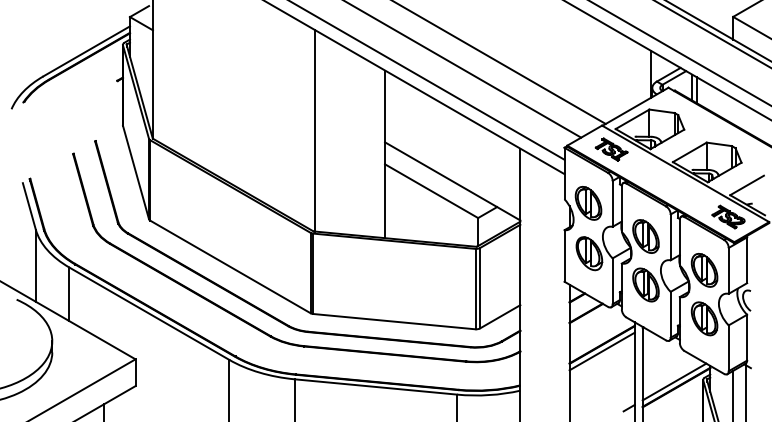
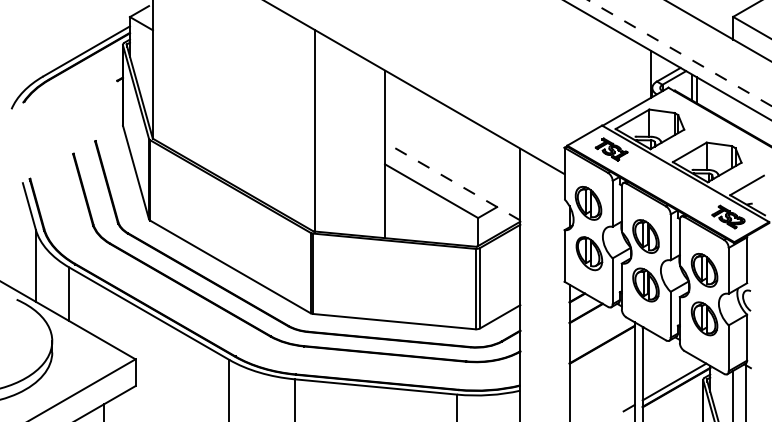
line at (712, 34): present -> none
line at (679, 53): solid -> dashed
line at (500, 62): present -> none
line at (463, 69): present -> none
line at (427, 80): present -> none
line at (452, 181): solid -> dashed
line at (601, 351): present -> none
